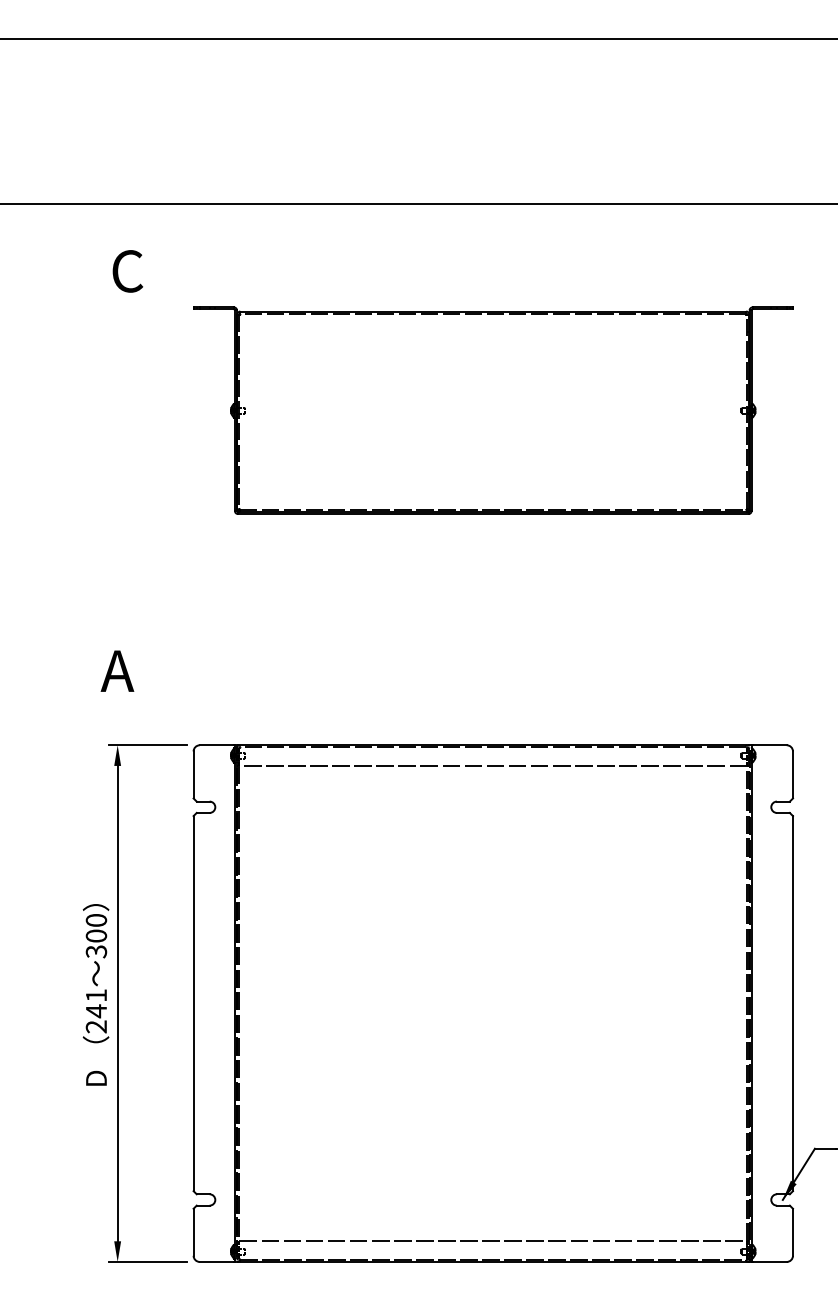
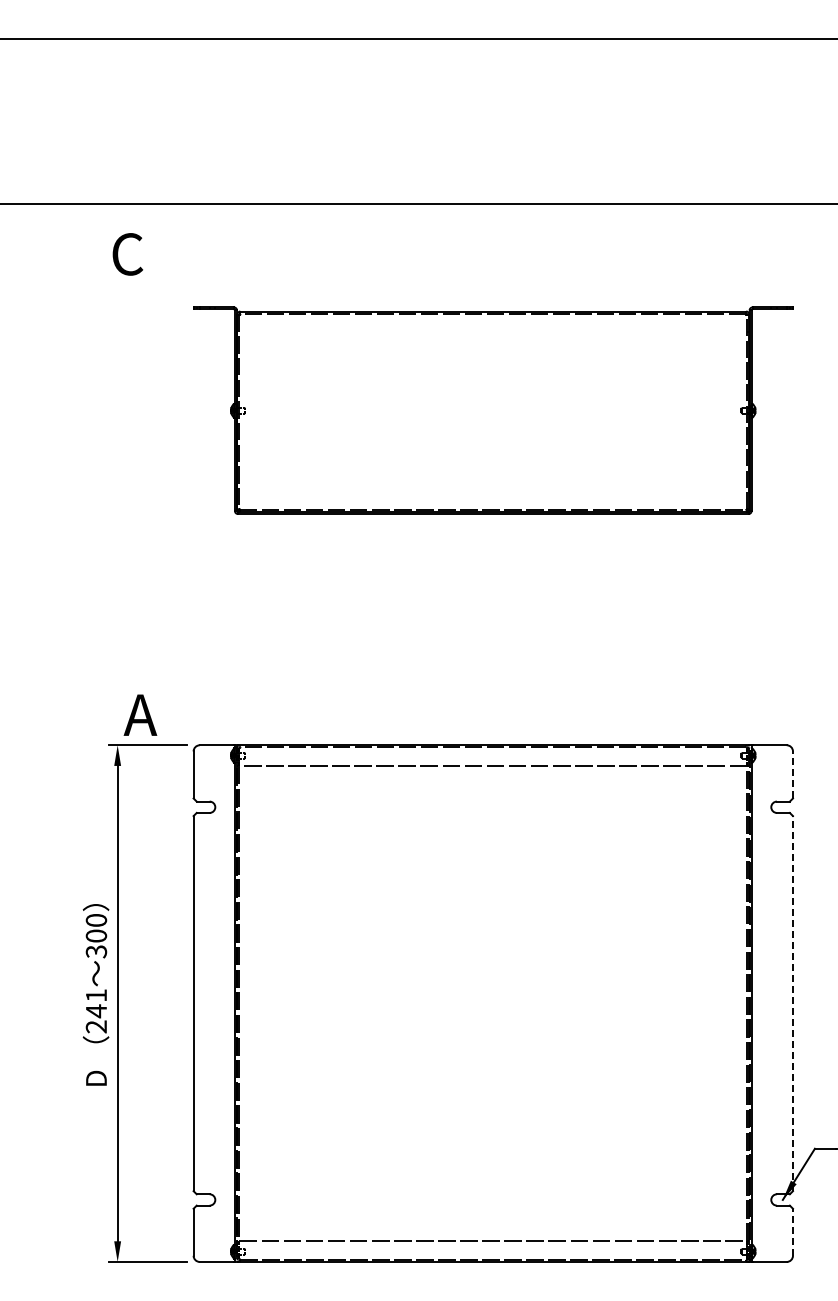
text at (127, 271) position: (127, 271) -> (127, 254)
text at (117, 670) position: (117, 670) -> (140, 714)
line at (792, 774): solid -> dashed
line at (792, 1003): solid -> dashed
line at (792, 1232): solid -> dashed
